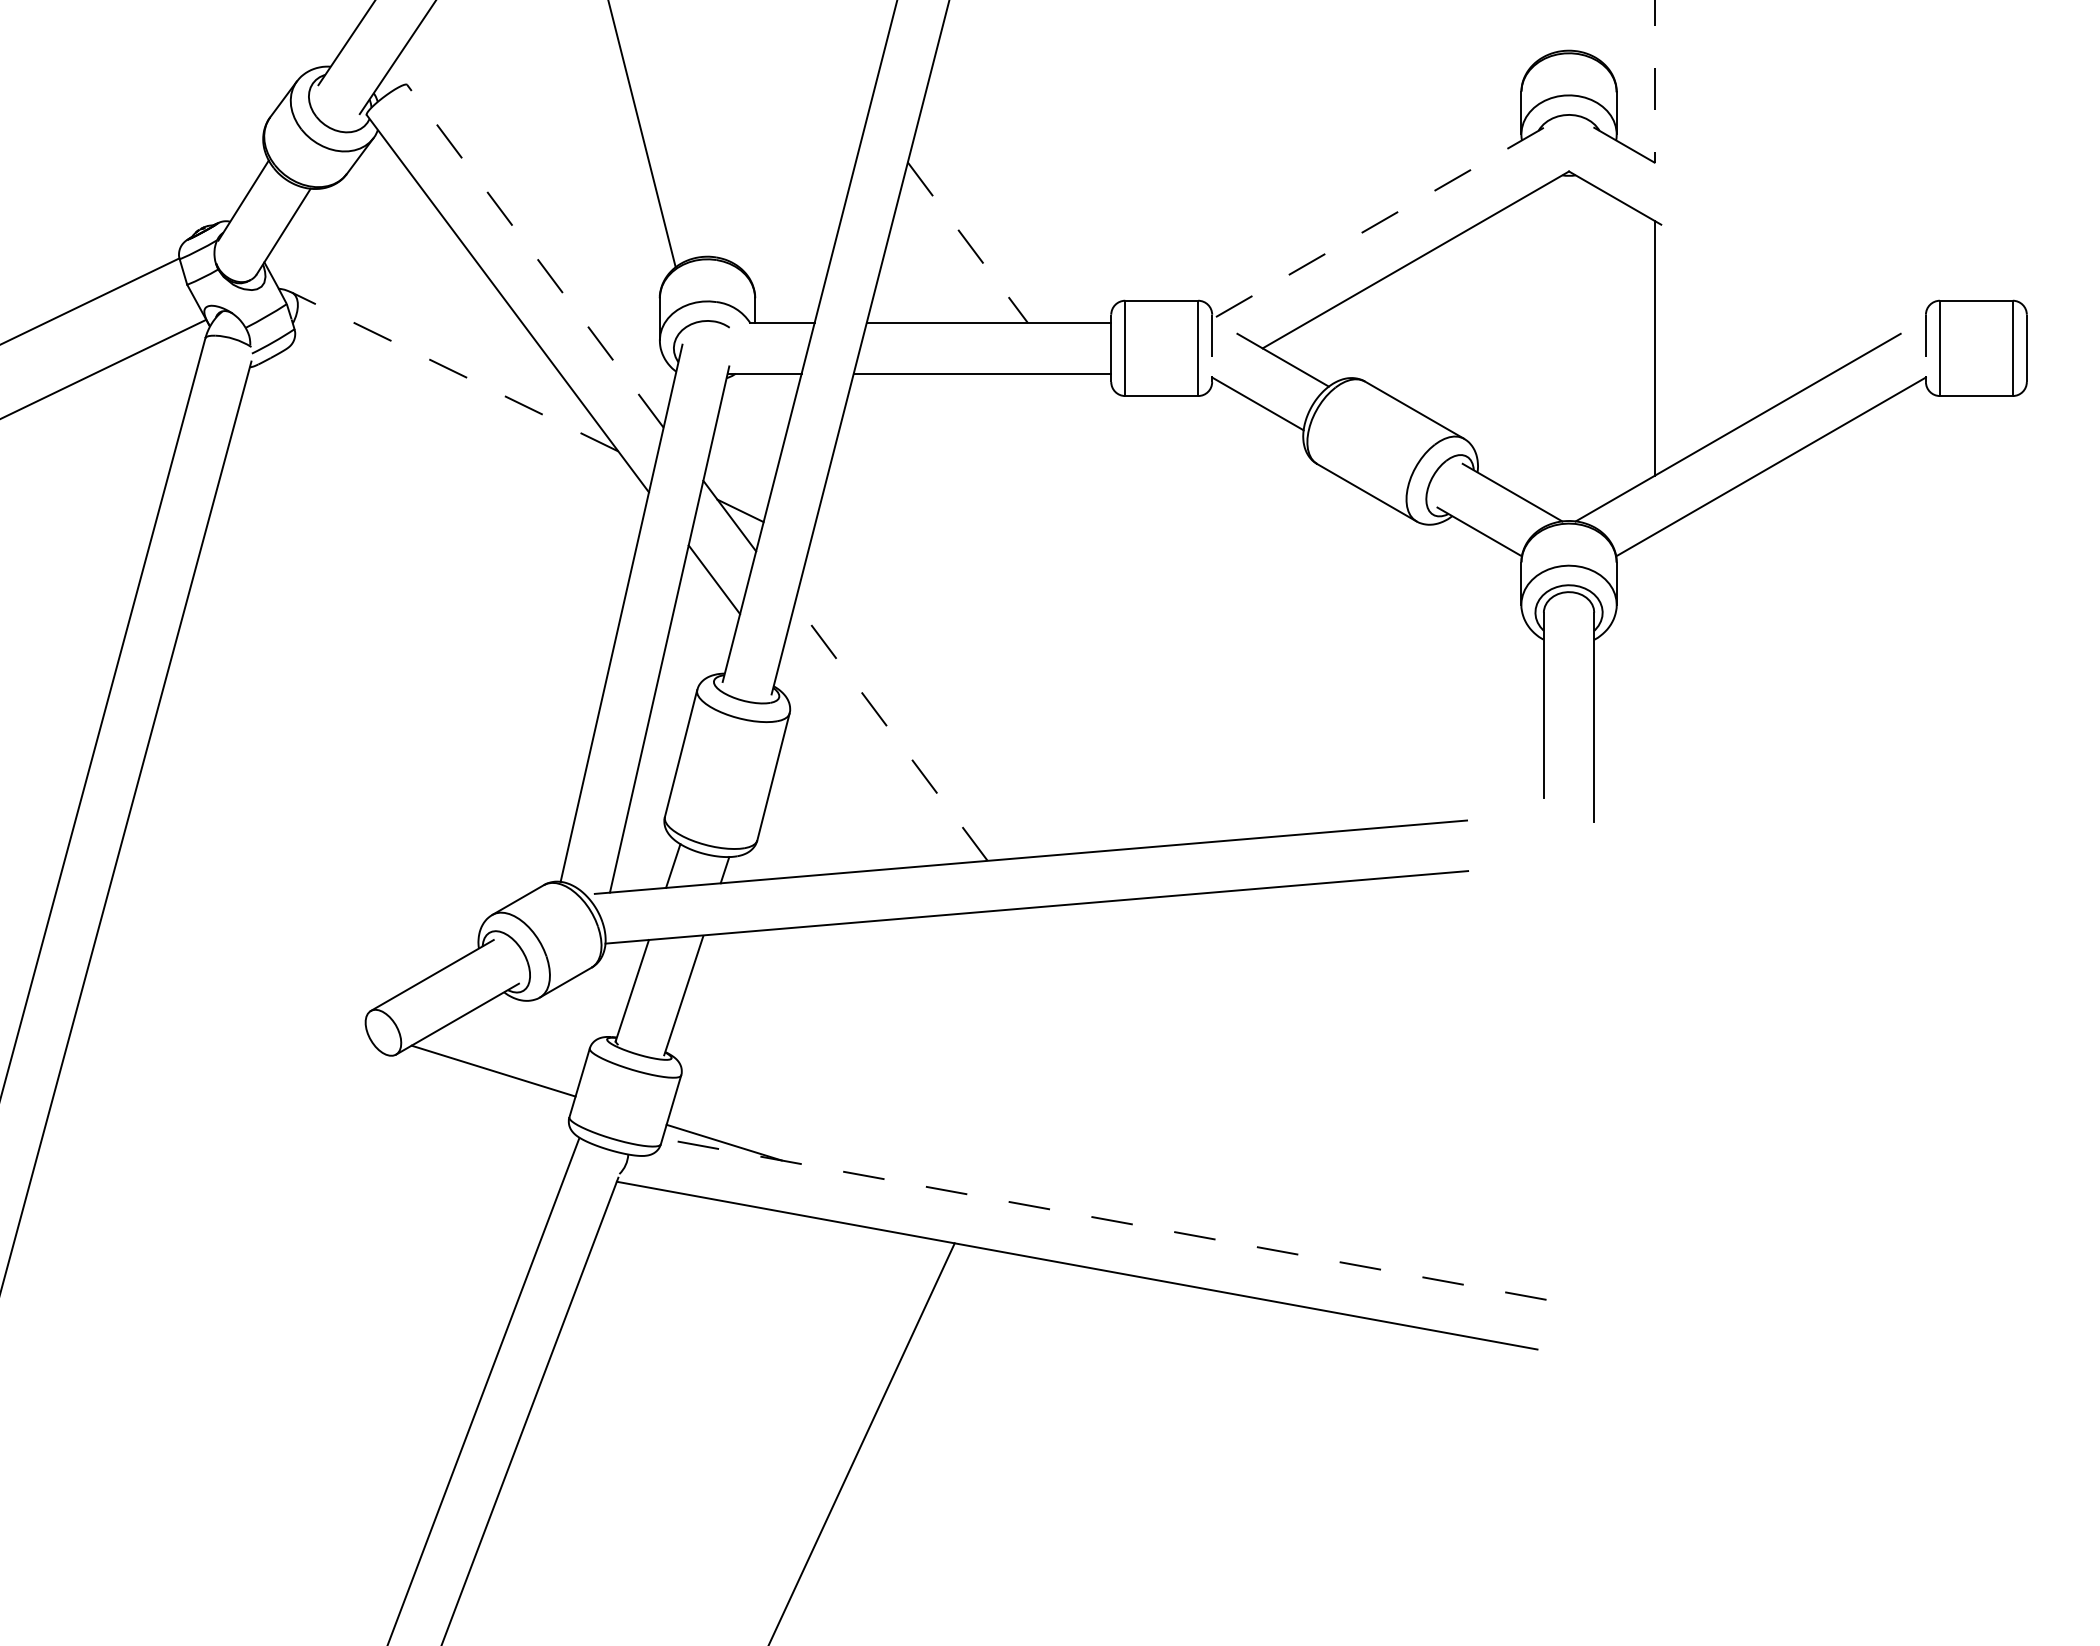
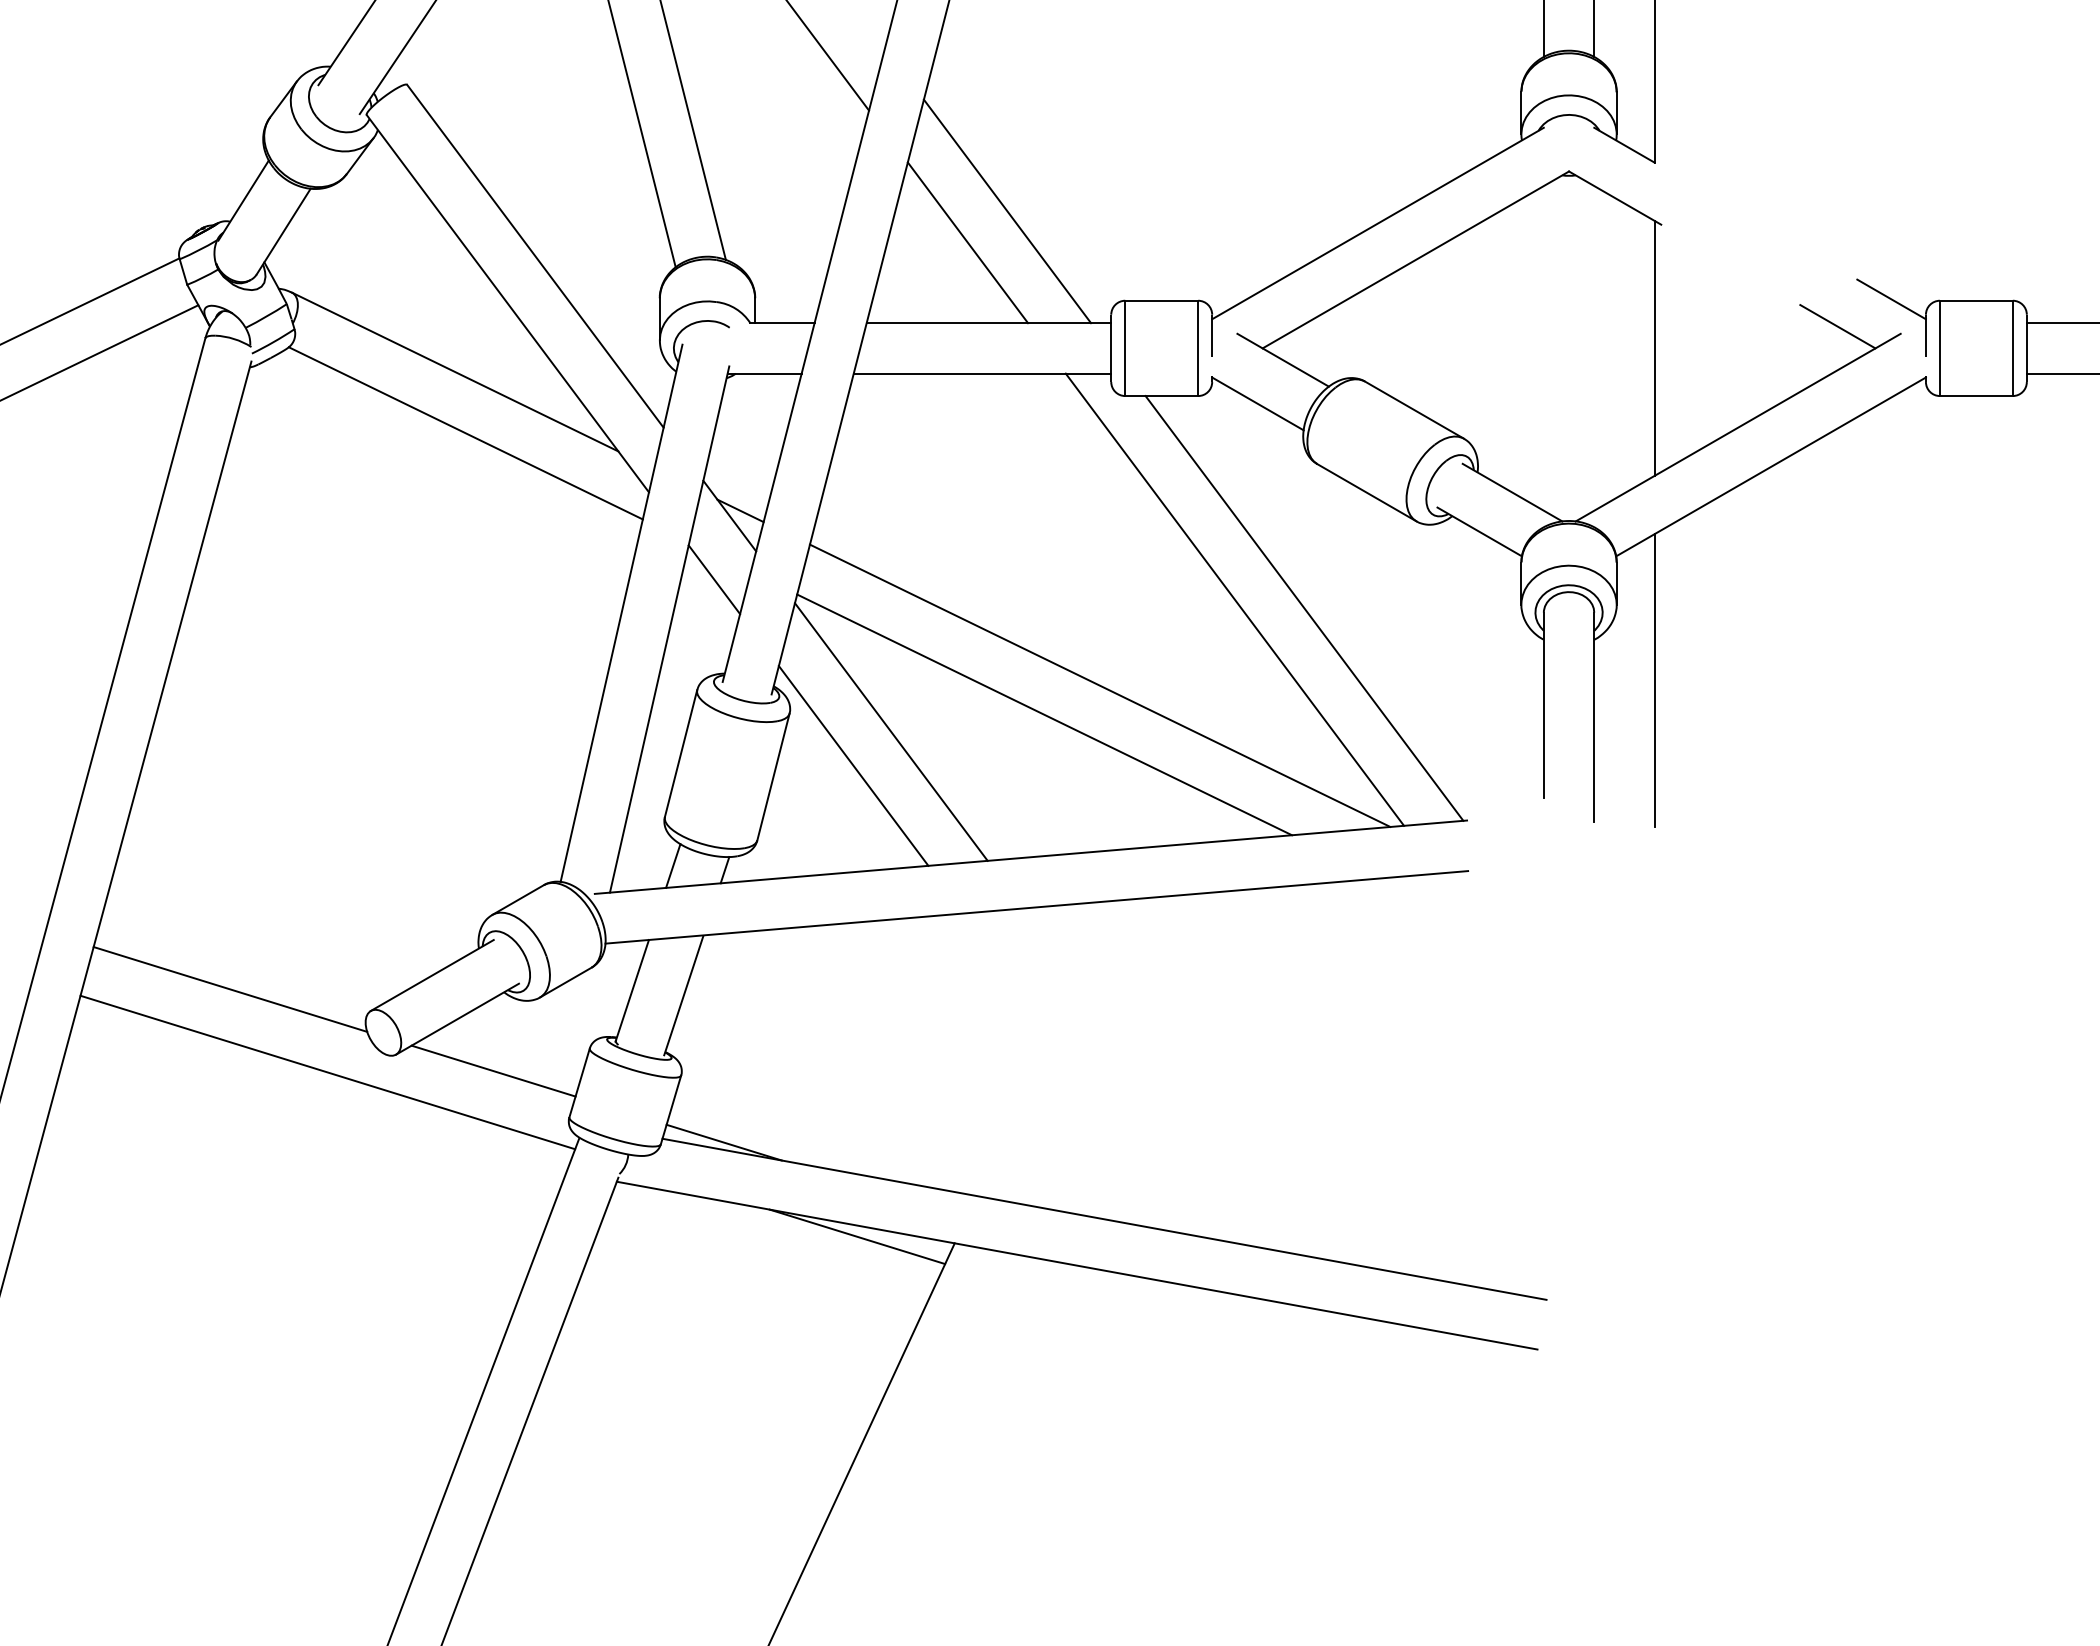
line at (1543, 29): none -> present
line at (1594, 29): none -> present
line at (828, 56): none -> present
line at (1654, 82): dashed -> solid
line at (692, 131): none -> present
line at (1007, 211): none -> present
line at (1377, 223): dashed -> solid
line at (968, 243): dashed -> solid
line at (535, 255): dashed -> solid
line at (1891, 299): none -> present
line at (2061, 323): none -> present
line at (1837, 326): none -> present
line at (103, 369) position: (103, 369) -> (100, 352)
line at (454, 371): dashed -> solid
line at (2061, 373): none -> present
line at (465, 433): none -> present
line at (1234, 599): none -> present
line at (1304, 608): none -> present
line at (1654, 680): none -> present
line at (1099, 685): none -> present
line at (1044, 714): none -> present
line at (891, 732): dashed -> solid
line at (853, 765): none -> present
line at (230, 989): none -> present
line at (327, 1072): none -> present
line at (1104, 1219): dashed -> solid
line at (857, 1236): none -> present
